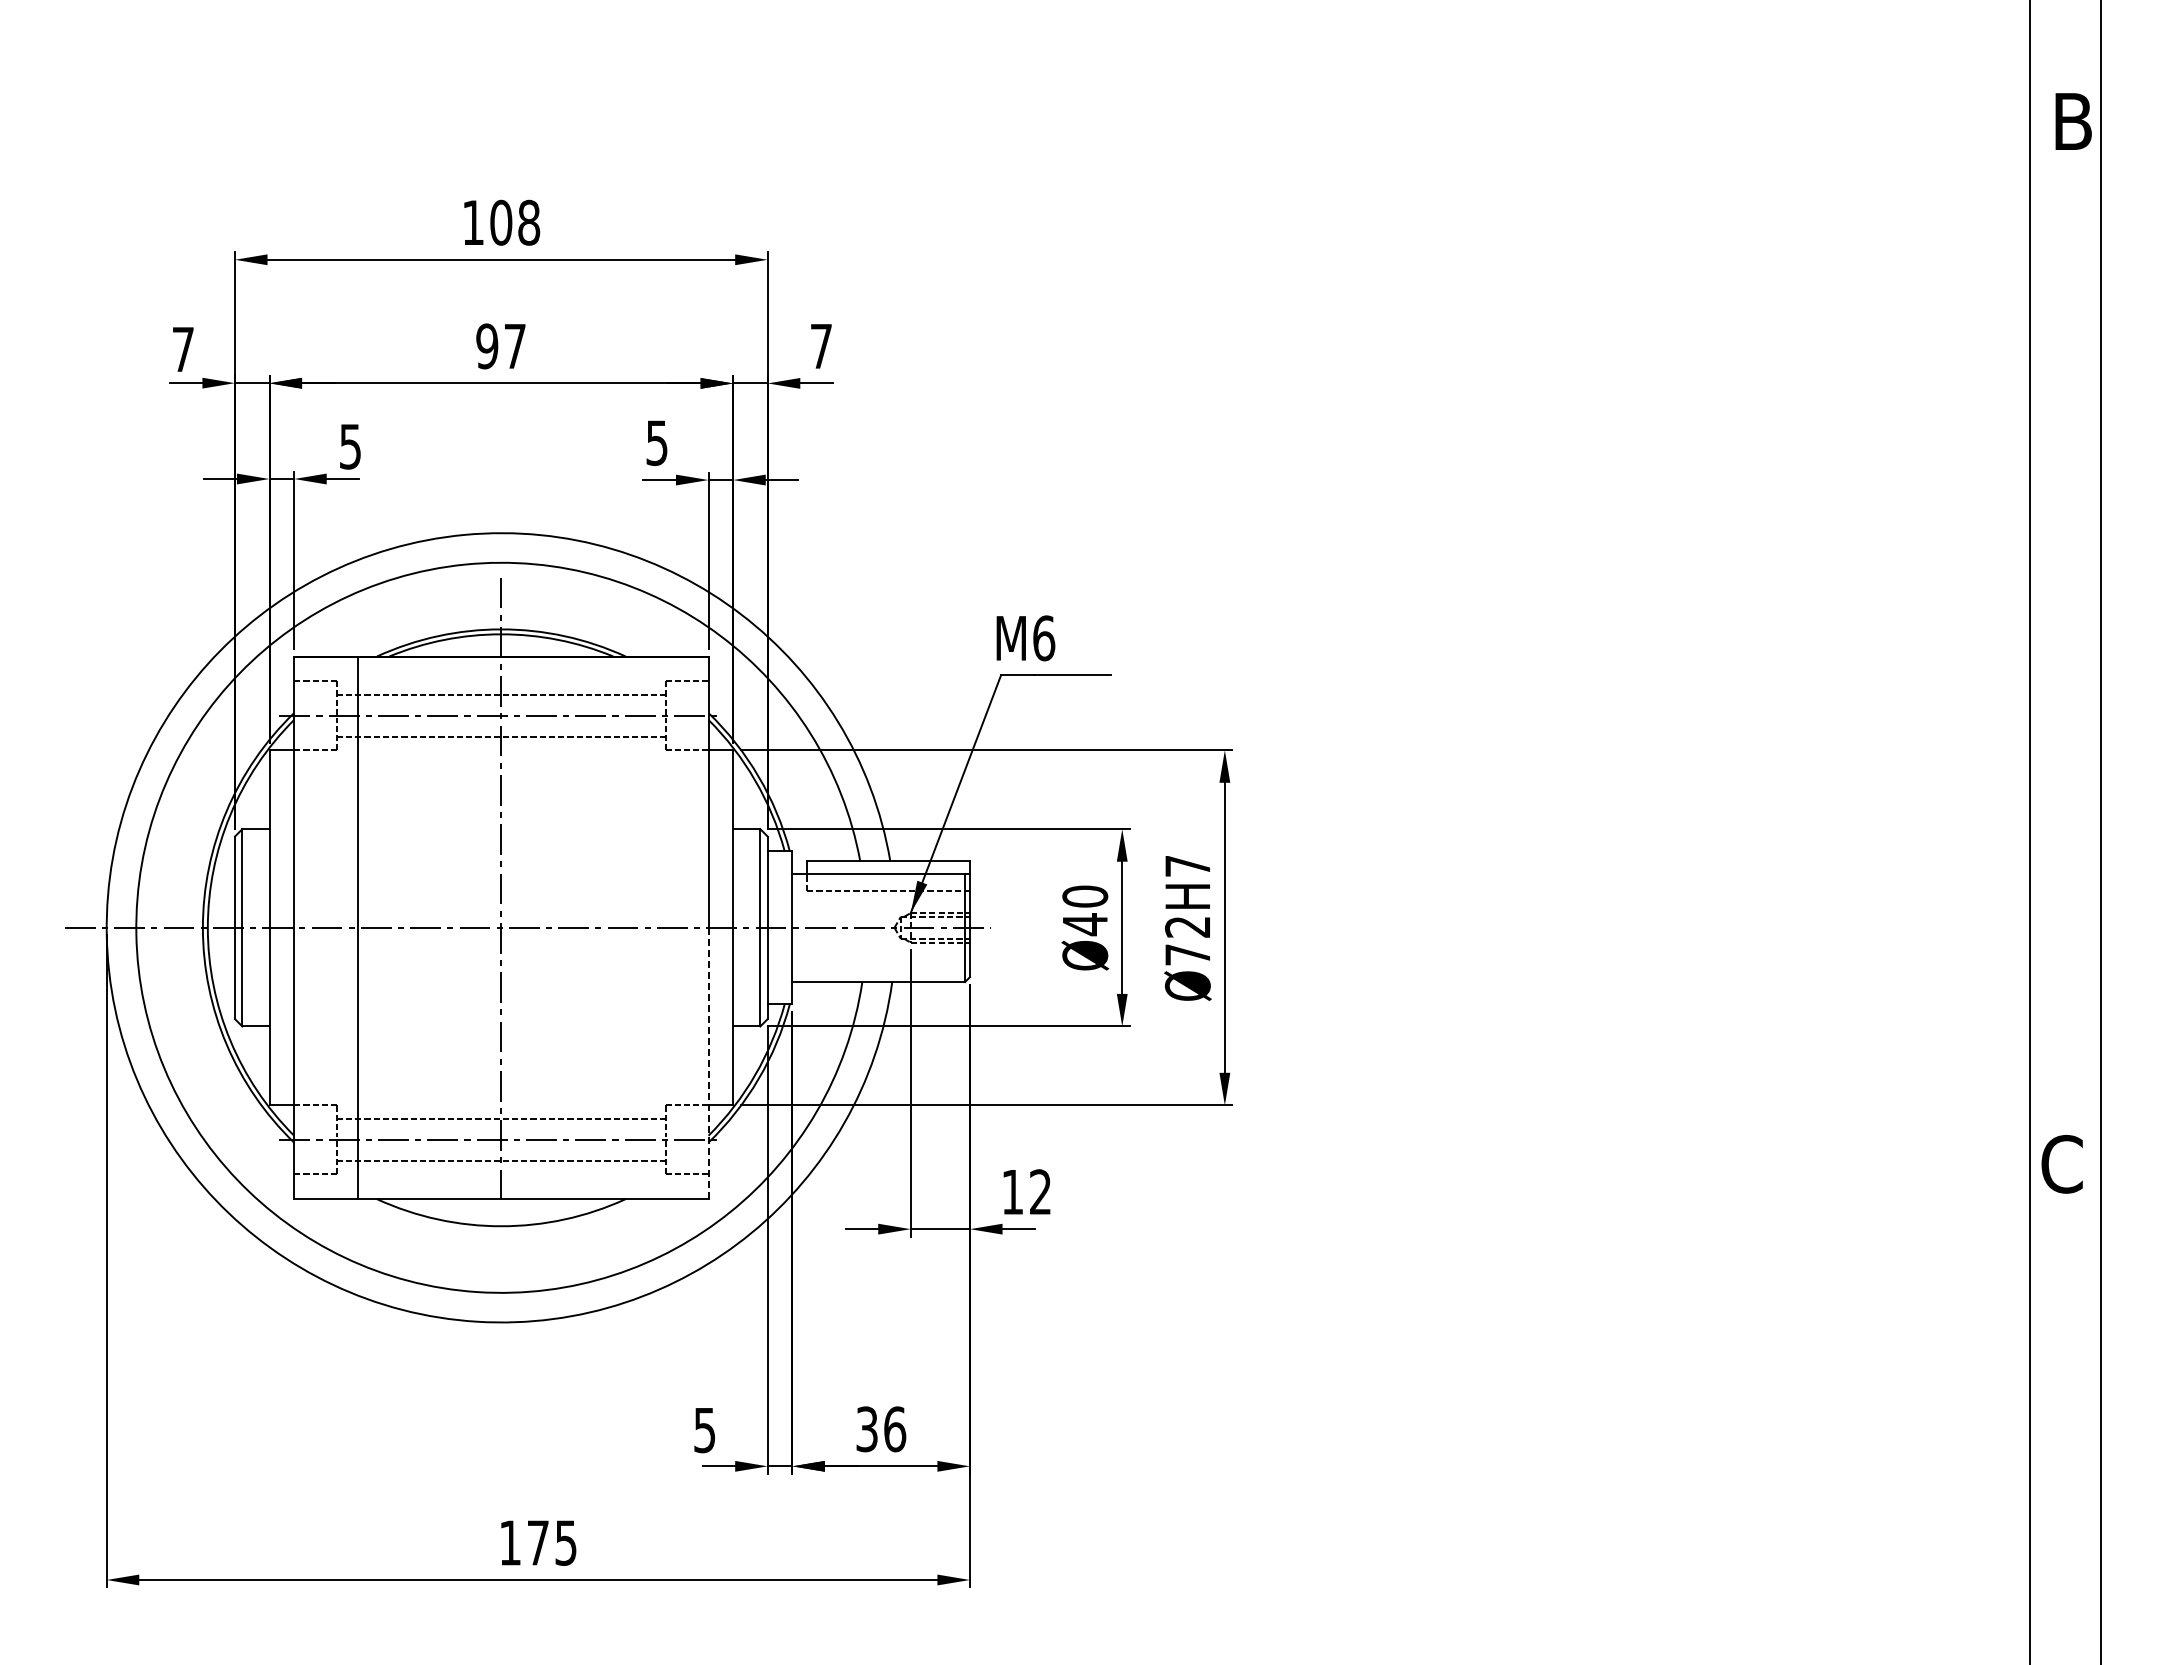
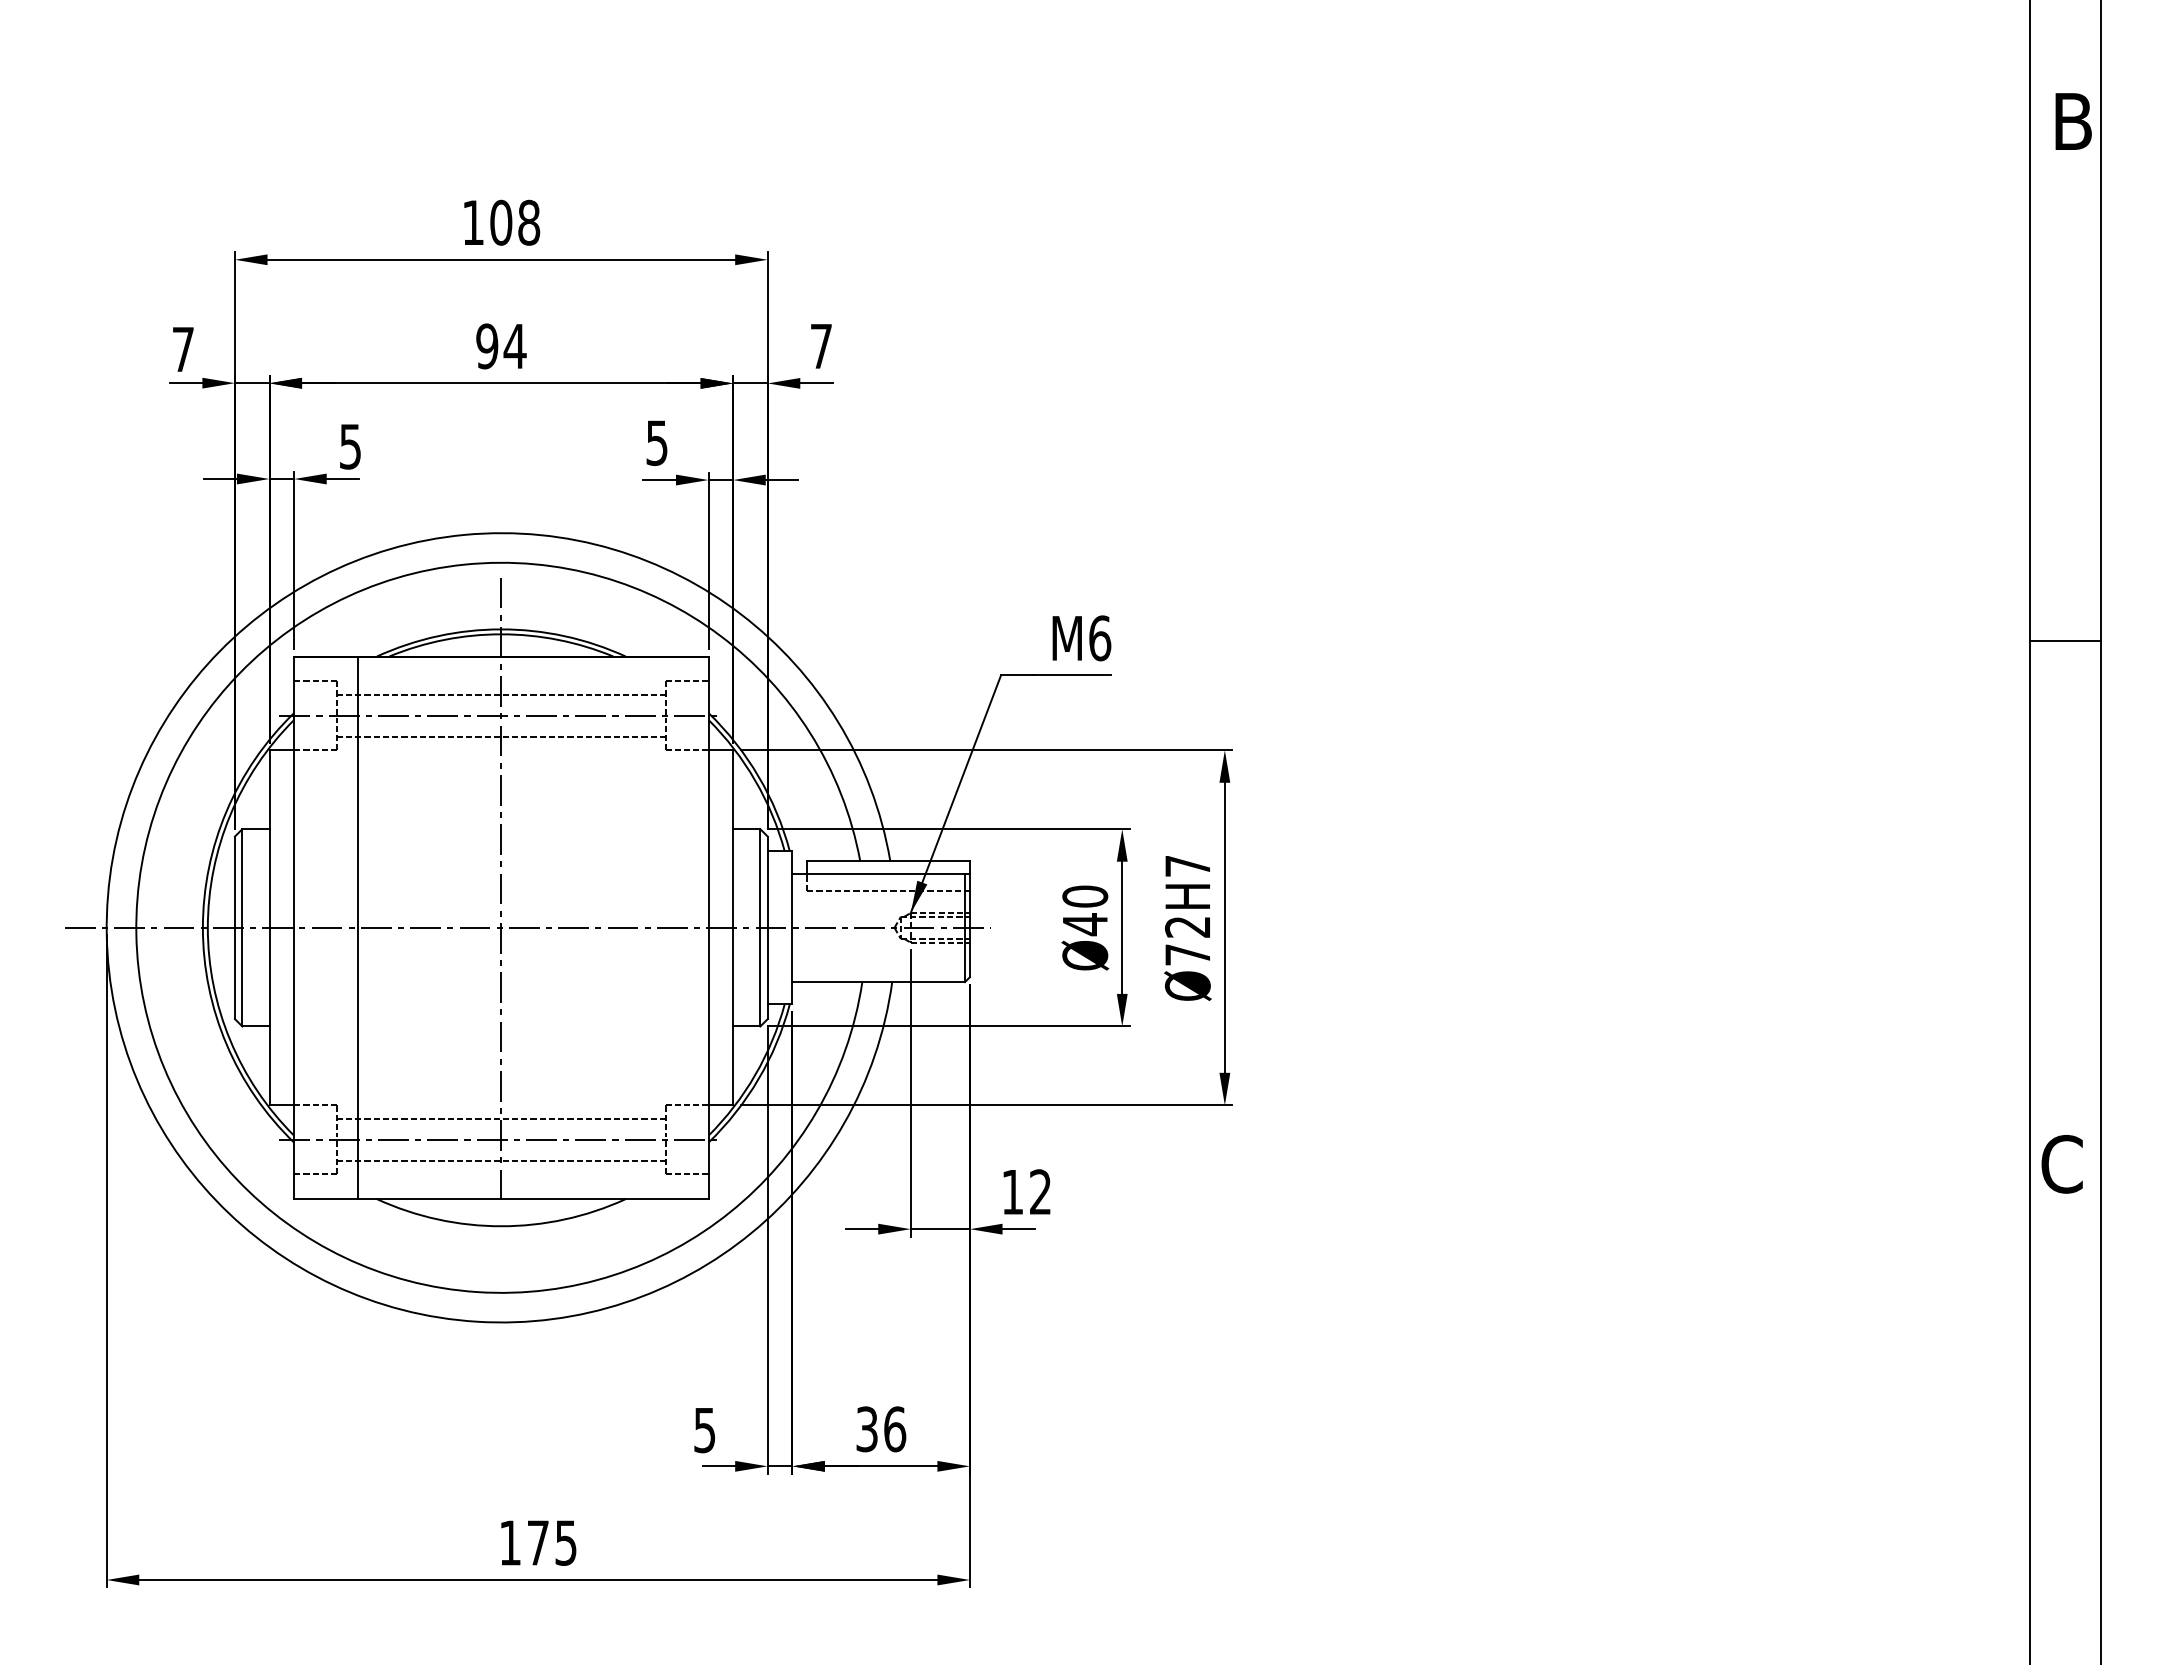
text at (514, 346): 97 -> 94
text at (1025, 638) position: (1025, 638) -> (1081, 638)
line at (2065, 641): none -> present
line at (708, 1063): dashed -> solid
